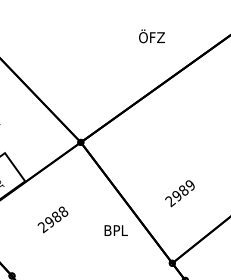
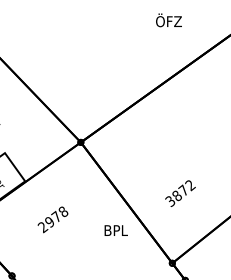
text at (151, 36) position: (151, 36) -> (168, 20)
text at (180, 194): 2989 -> 3872
text at (56, 216): 2988 -> 2978
